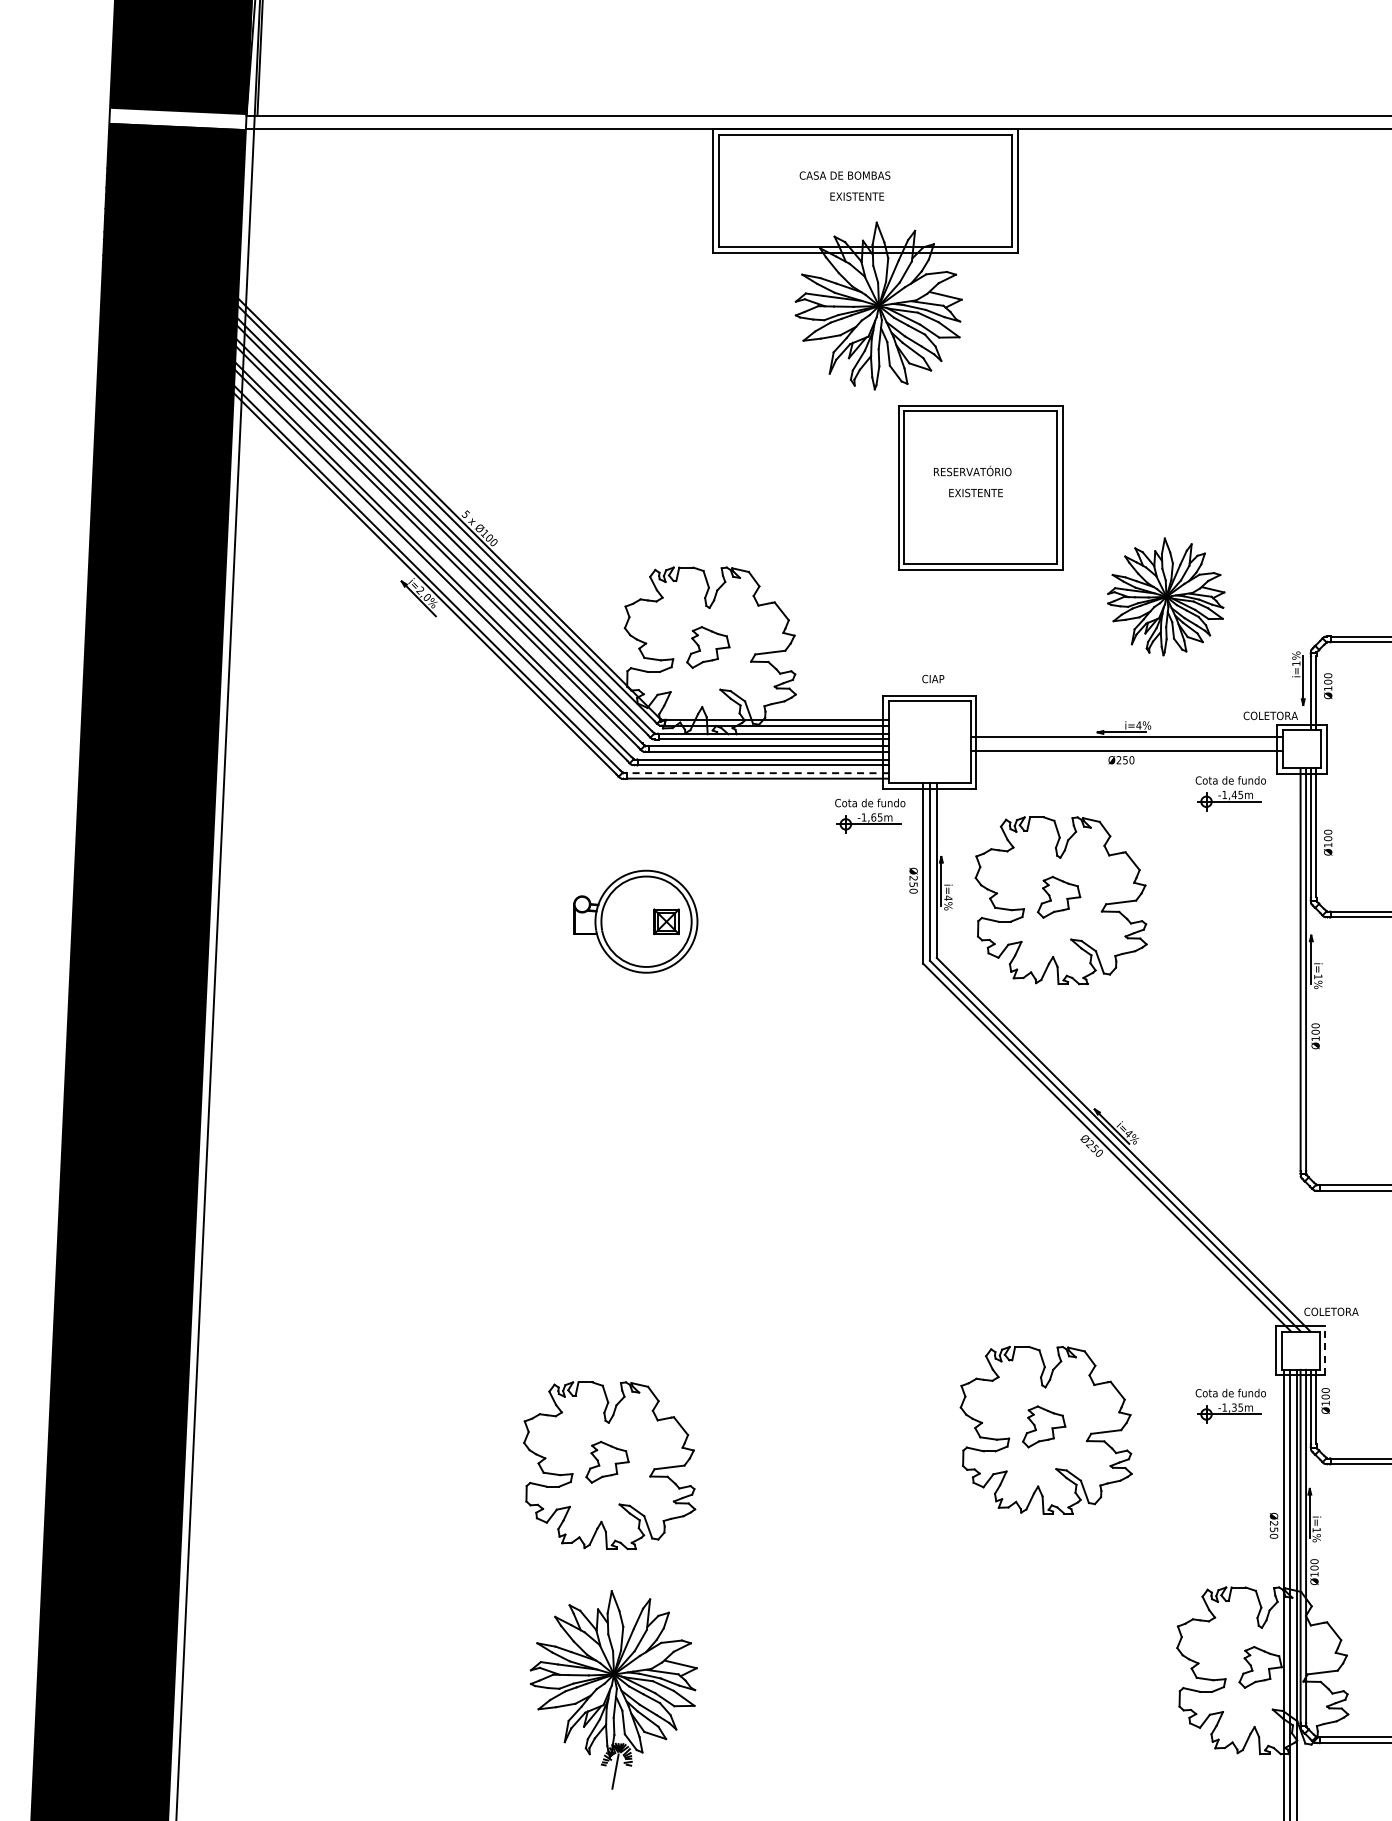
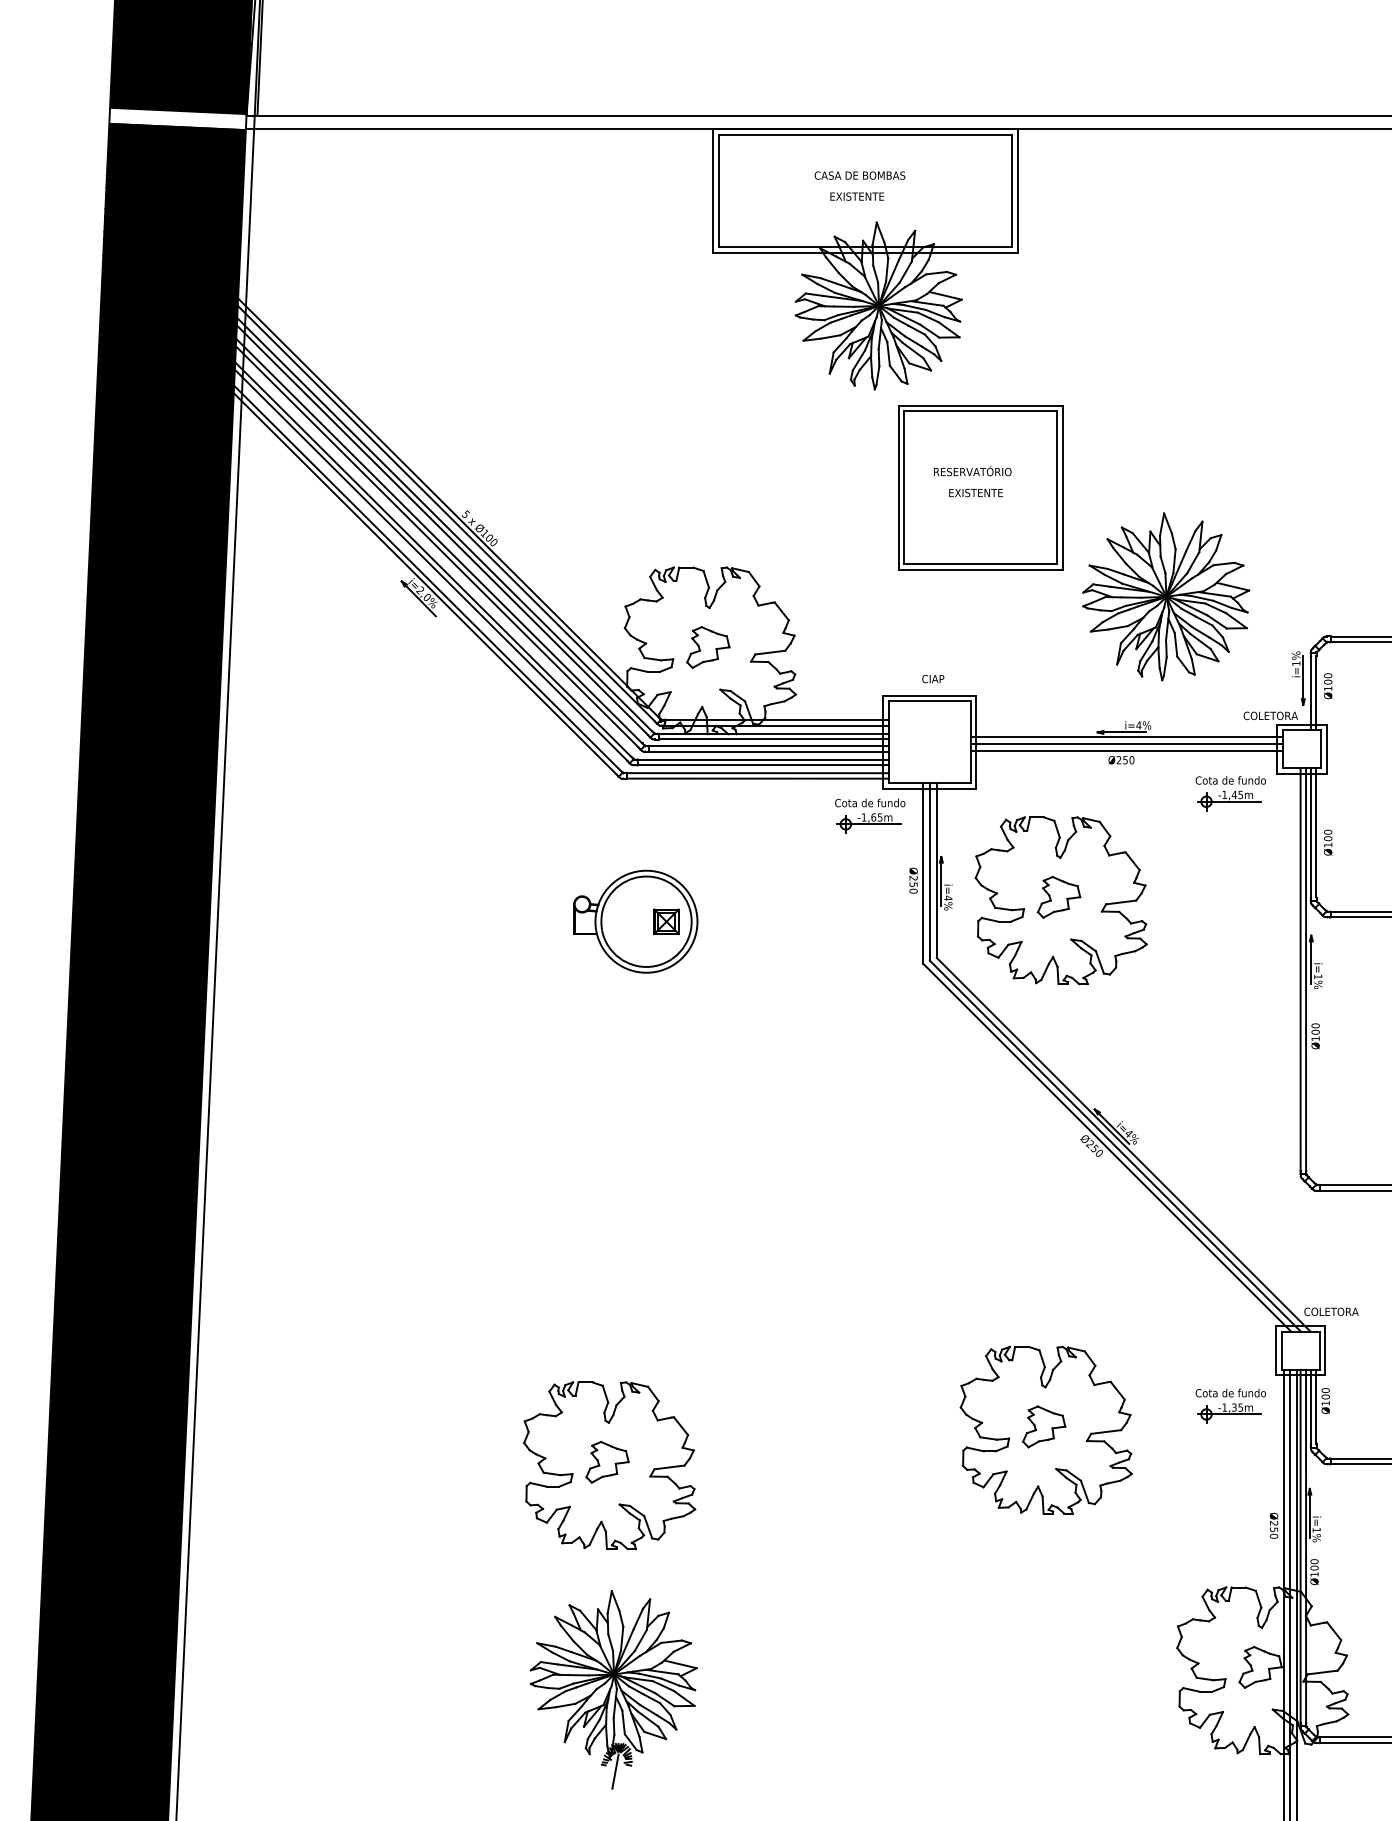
text at (844, 175) position: (844, 175) -> (859, 175)
part at (1166, 596) size: 119x120 px -> 169x170 px
line at (1126, 743): none -> present
line at (757, 773): dashed -> solid
line at (1325, 1350): dashed -> solid
